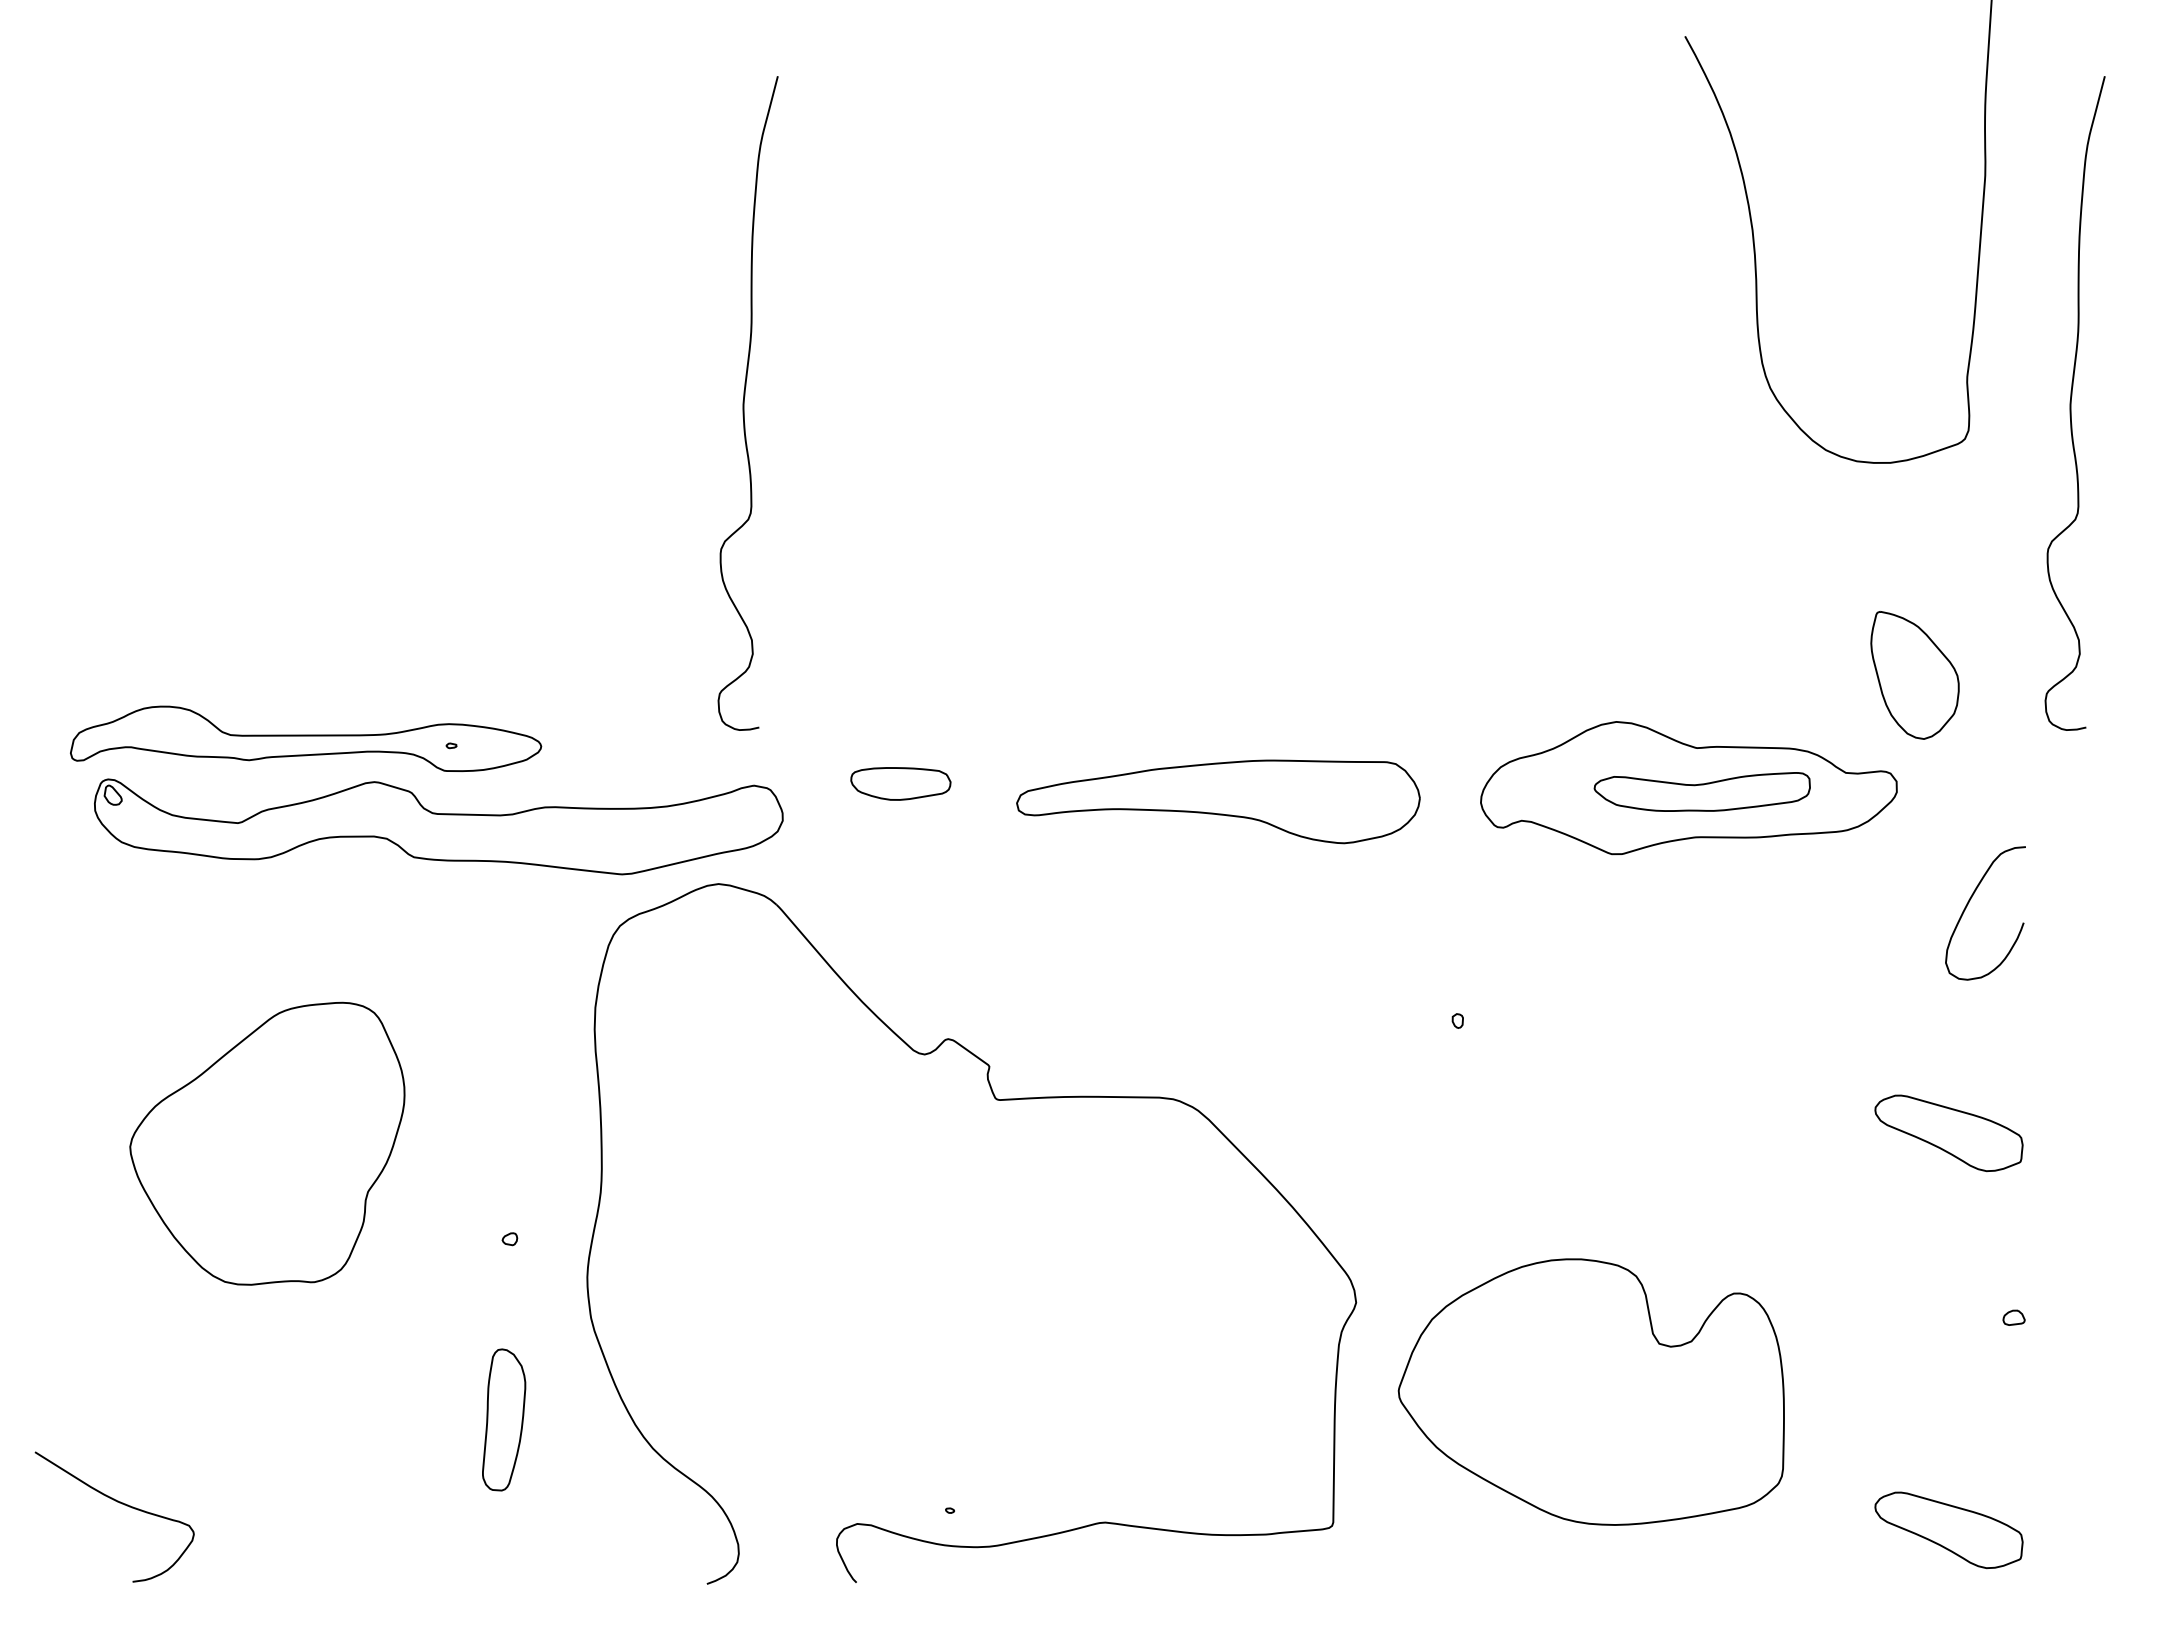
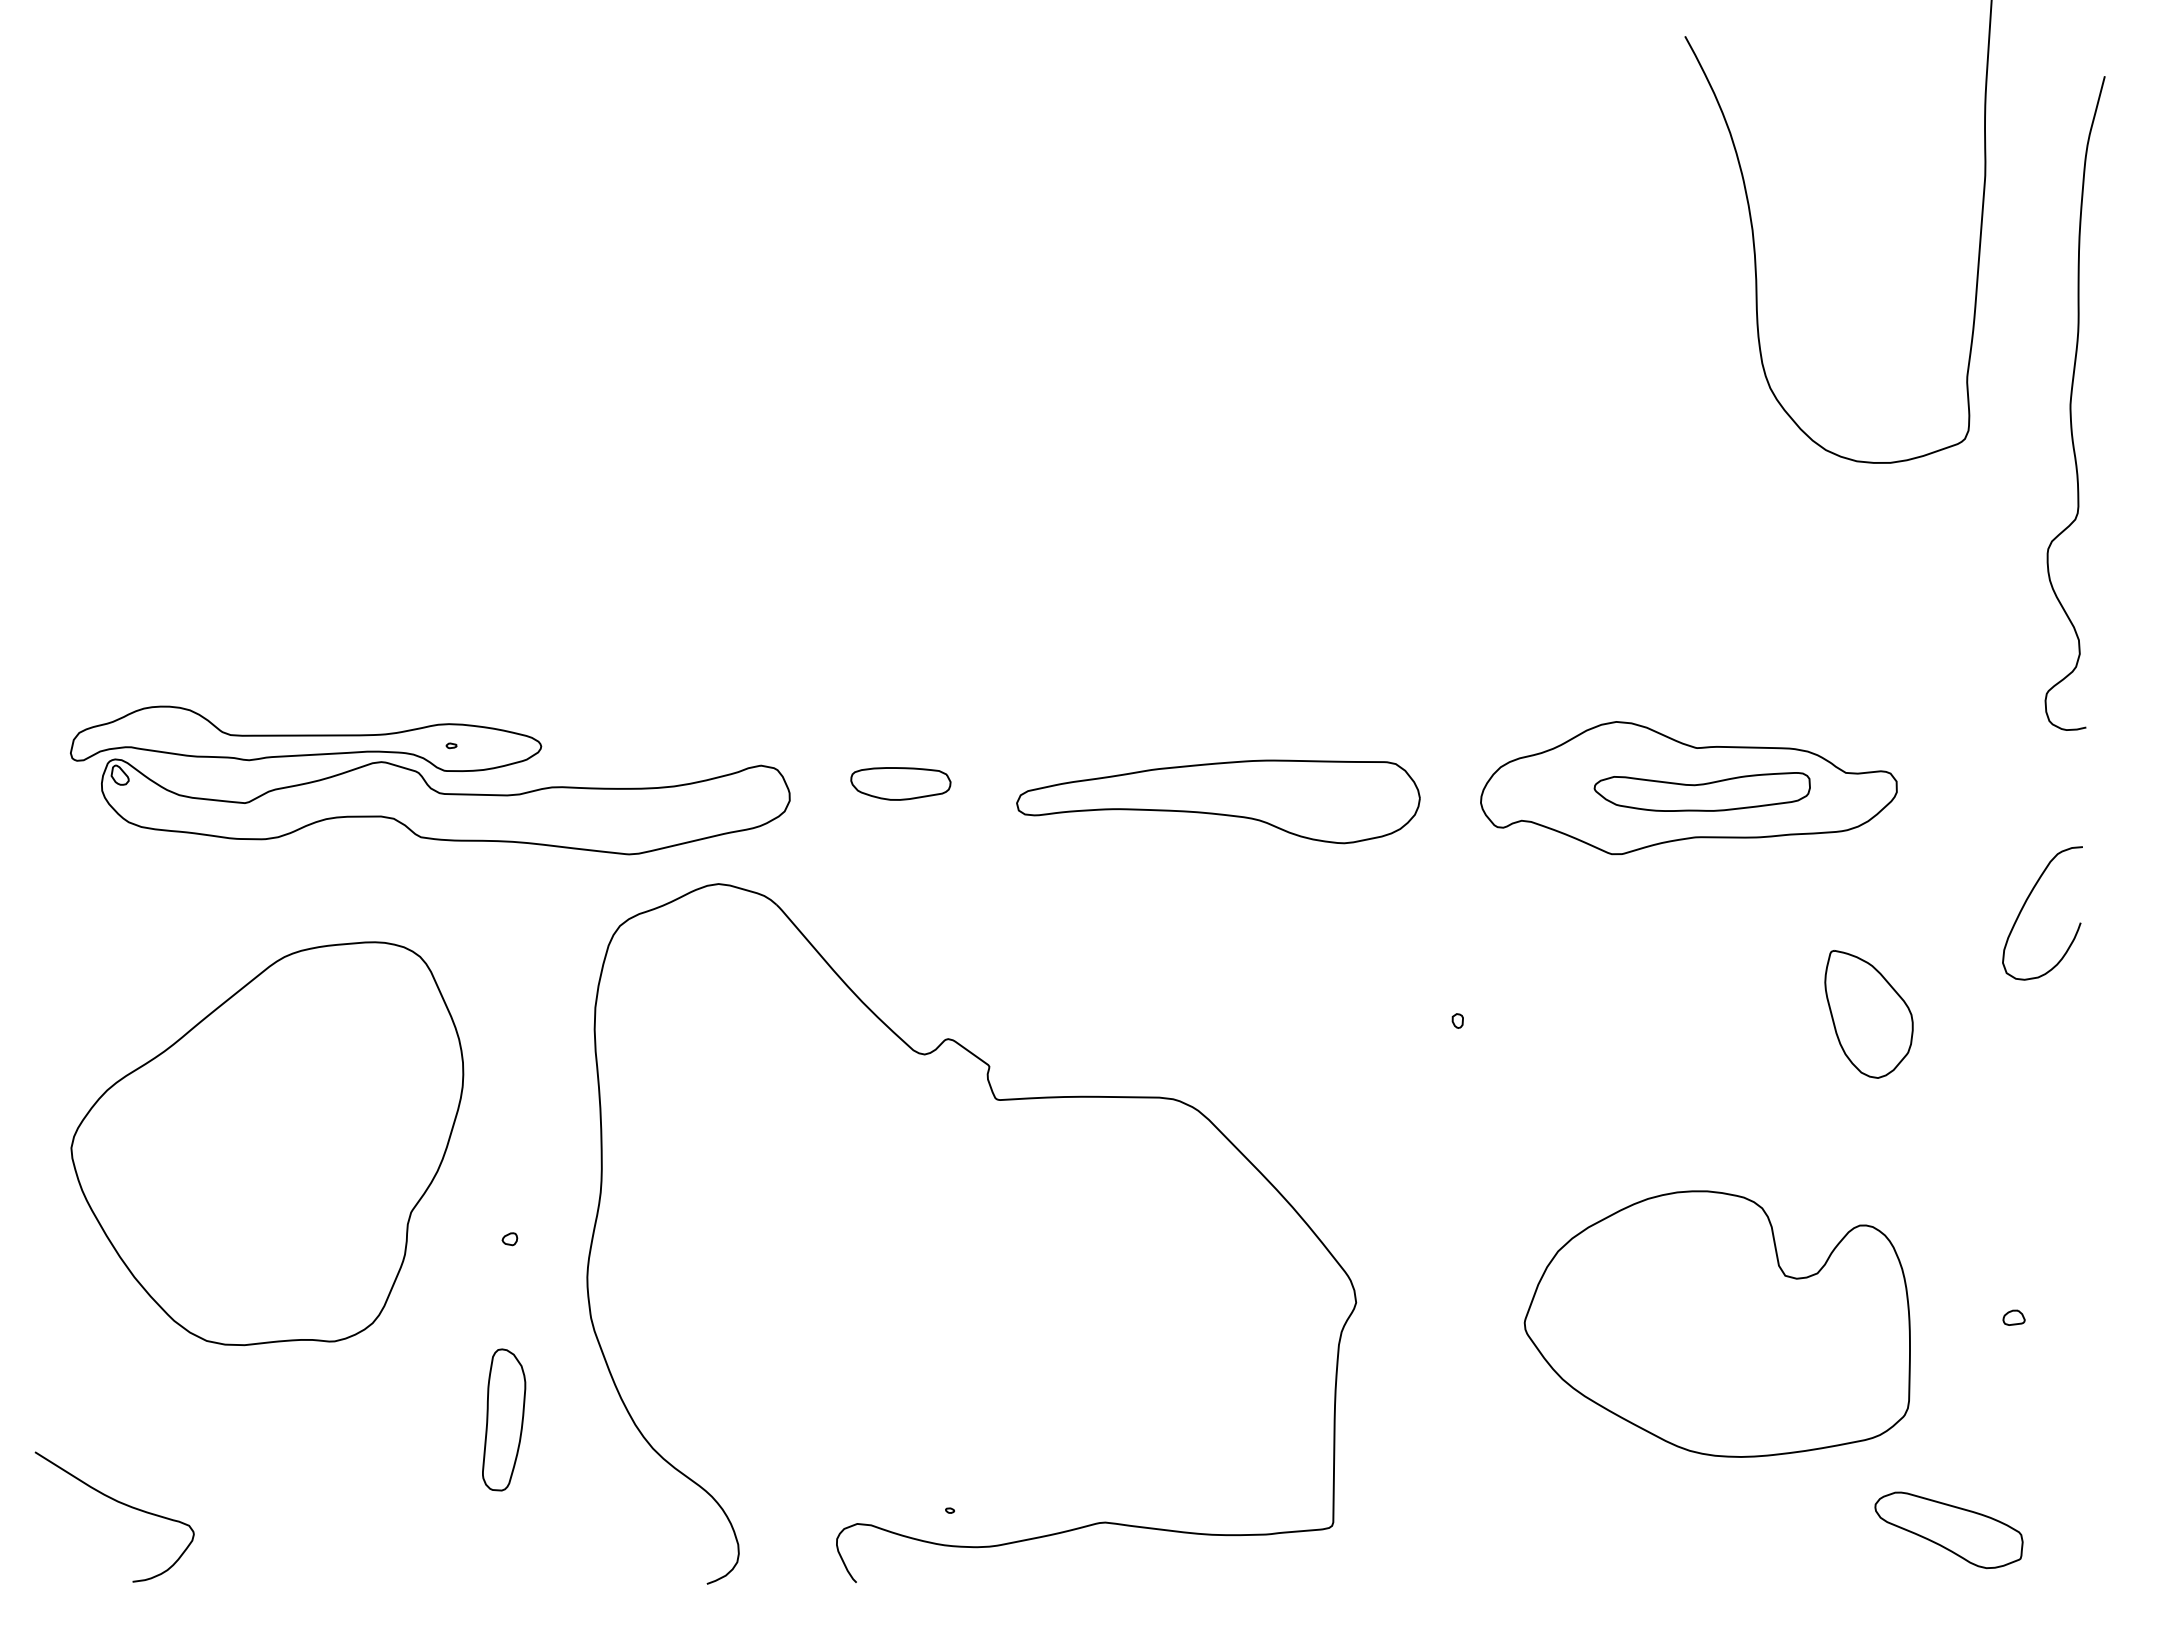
curve at (744, 403): present -> none
part at (1914, 675) position: (1914, 675) -> (1868, 1014)
part at (438, 826) position: (438, 826) -> (445, 806)
curve at (1968, 904) position: (1968, 904) -> (2025, 904)
part at (1948, 1133): present -> none
part at (267, 1143) size: 277x285 px -> 395x406 px
part at (1590, 1391) position: (1590, 1391) -> (1716, 1323)
